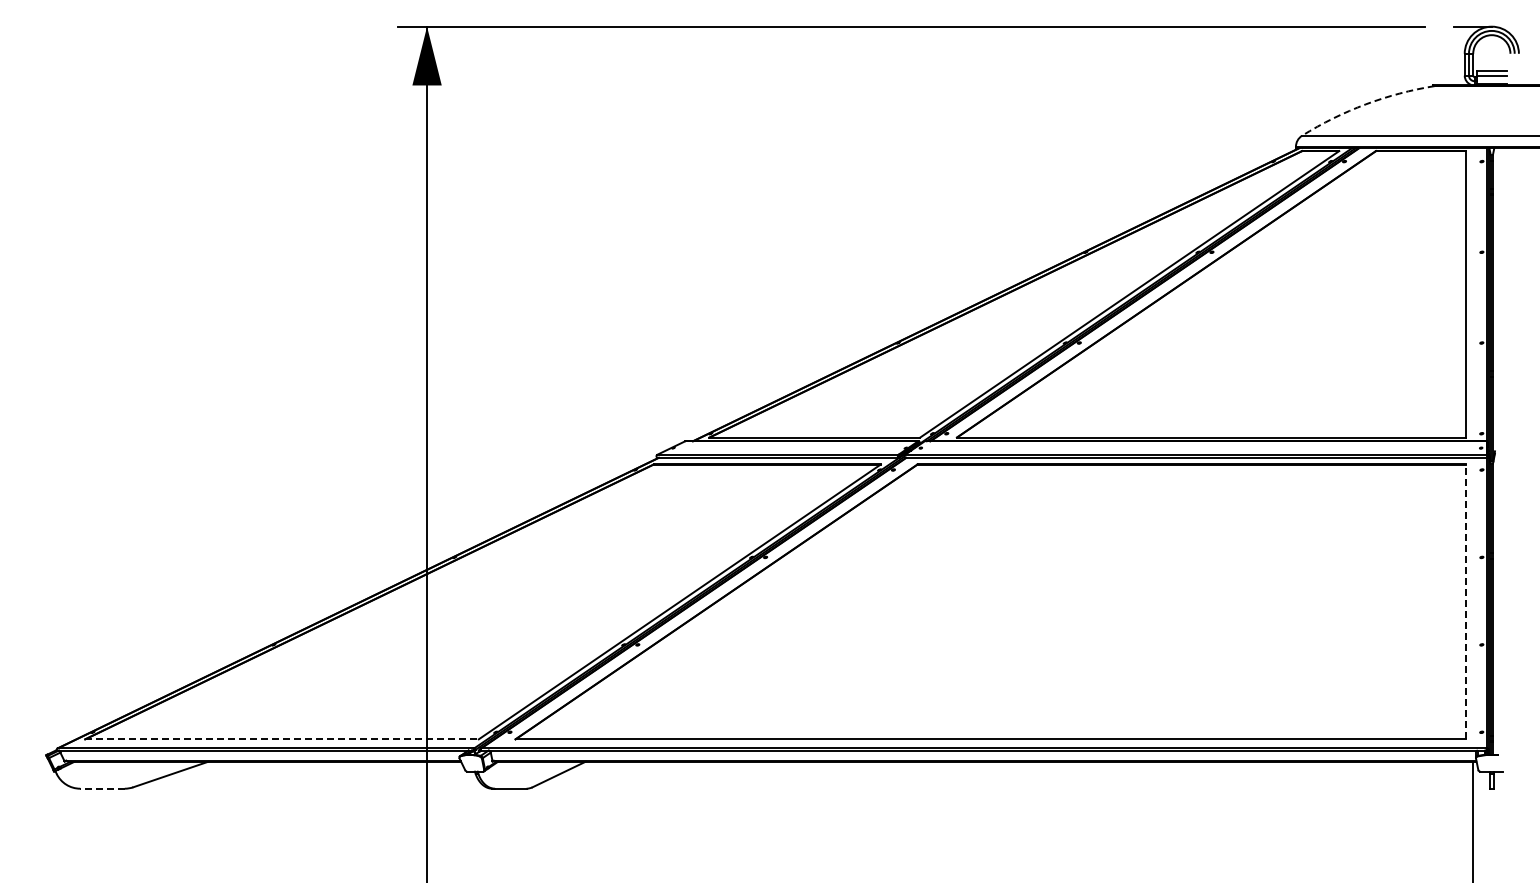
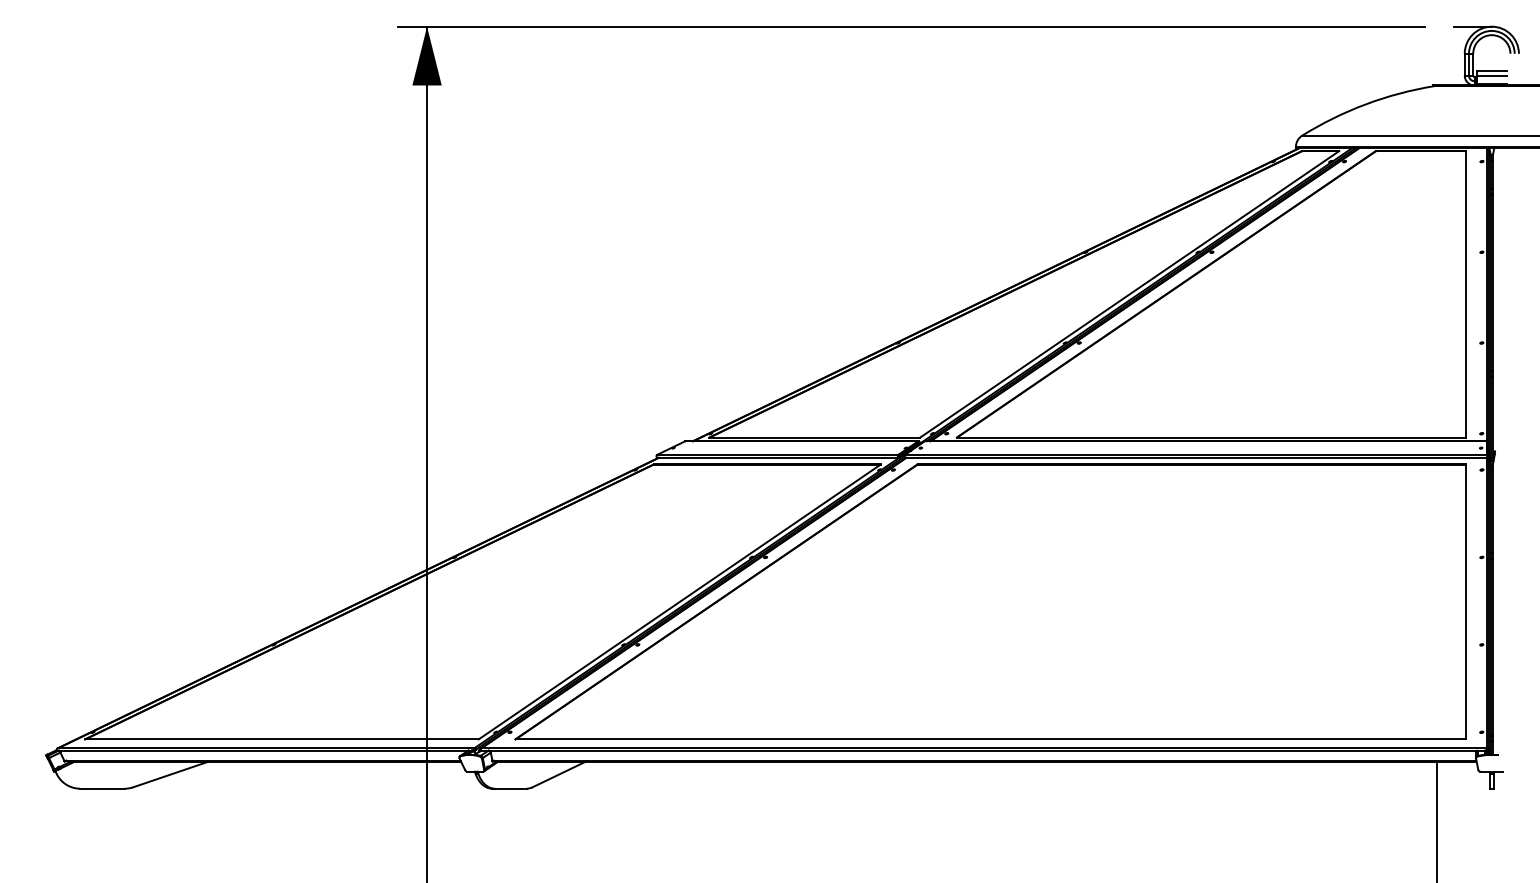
arc at (1365, 104): dashed -> solid
line at (1465, 601): dashed -> solid
line at (282, 739): dashed -> solid
line at (102, 788): dashed -> solid
line at (1472, 820) position: (1472, 820) -> (1436, 820)
